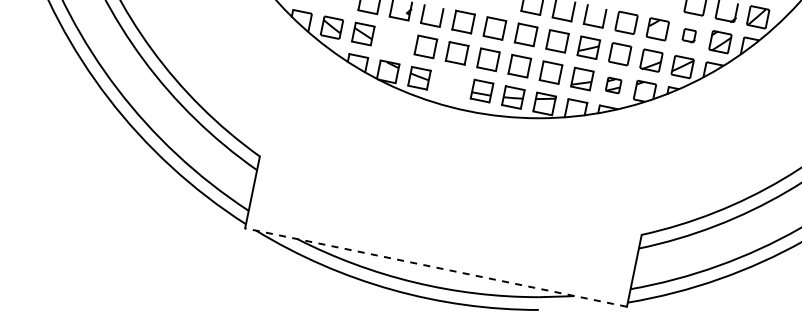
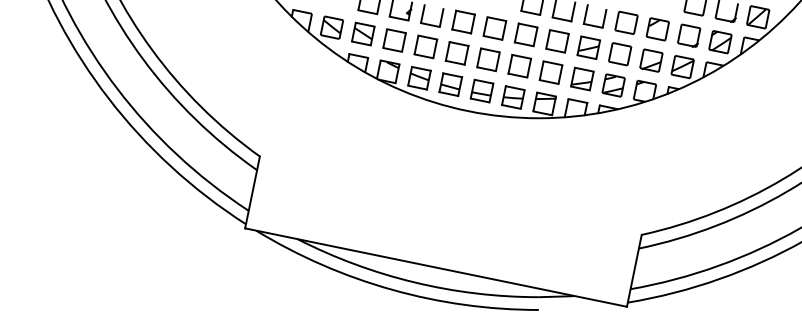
part at (688, 35) size: 16x16 px -> 25x25 px
part at (394, 40): none -> present
part at (450, 84): none -> present
part at (613, 85) size: 18x19 px -> 25x25 px
line at (436, 267): dashed -> solid
